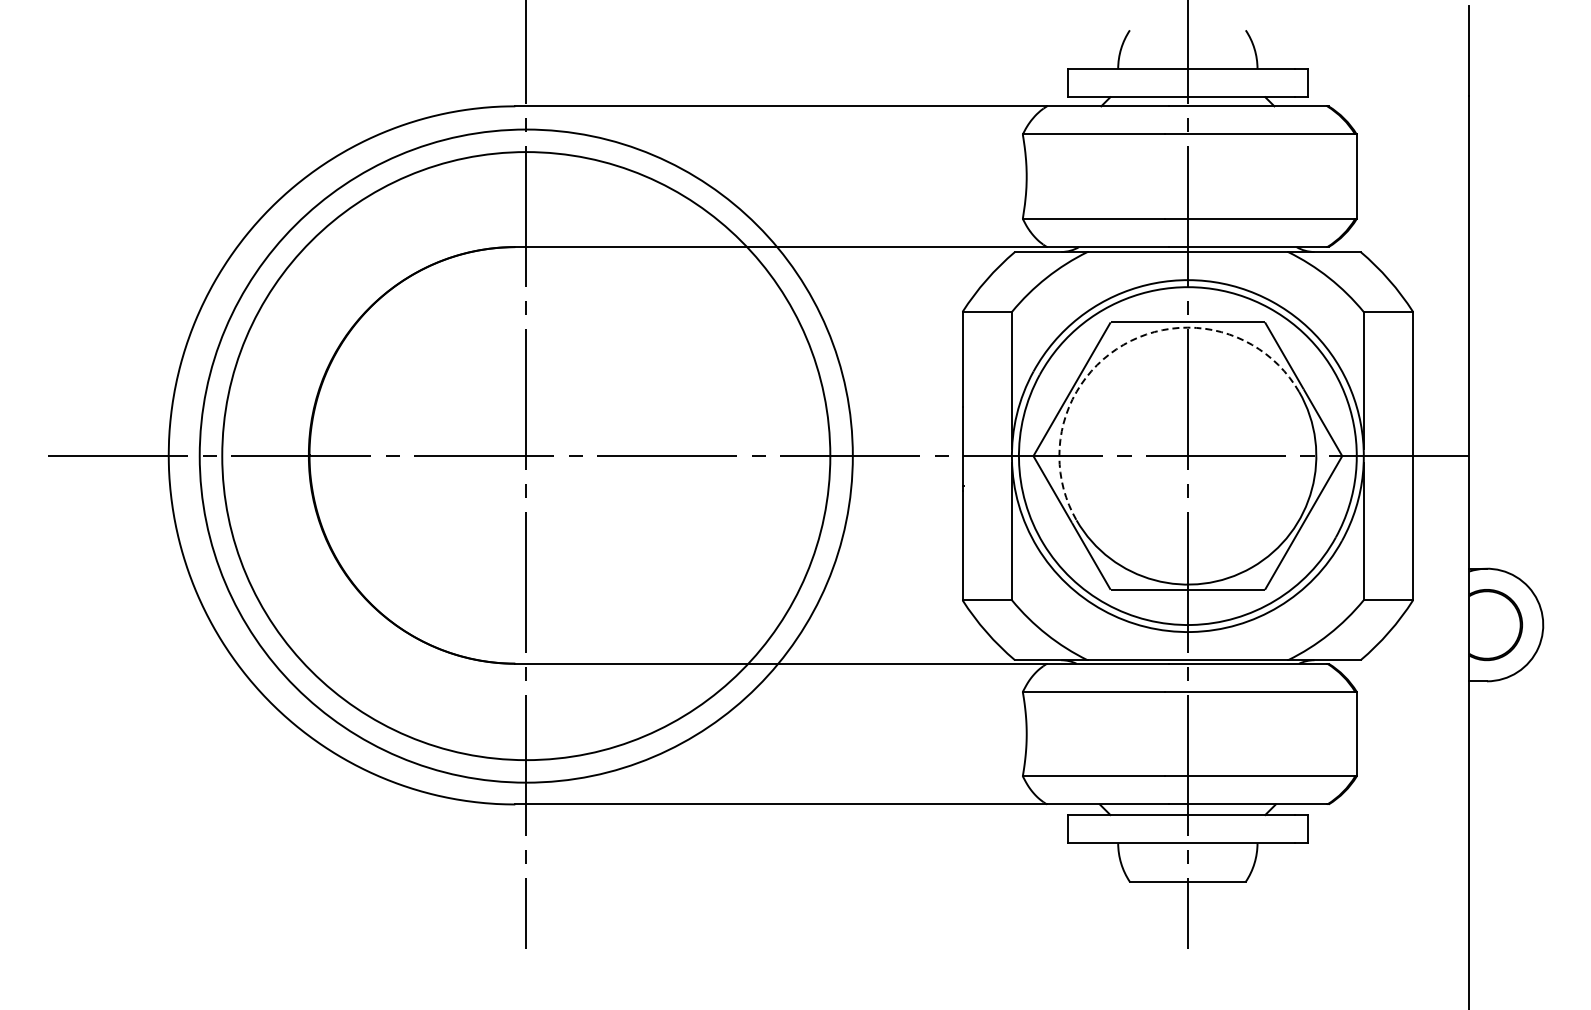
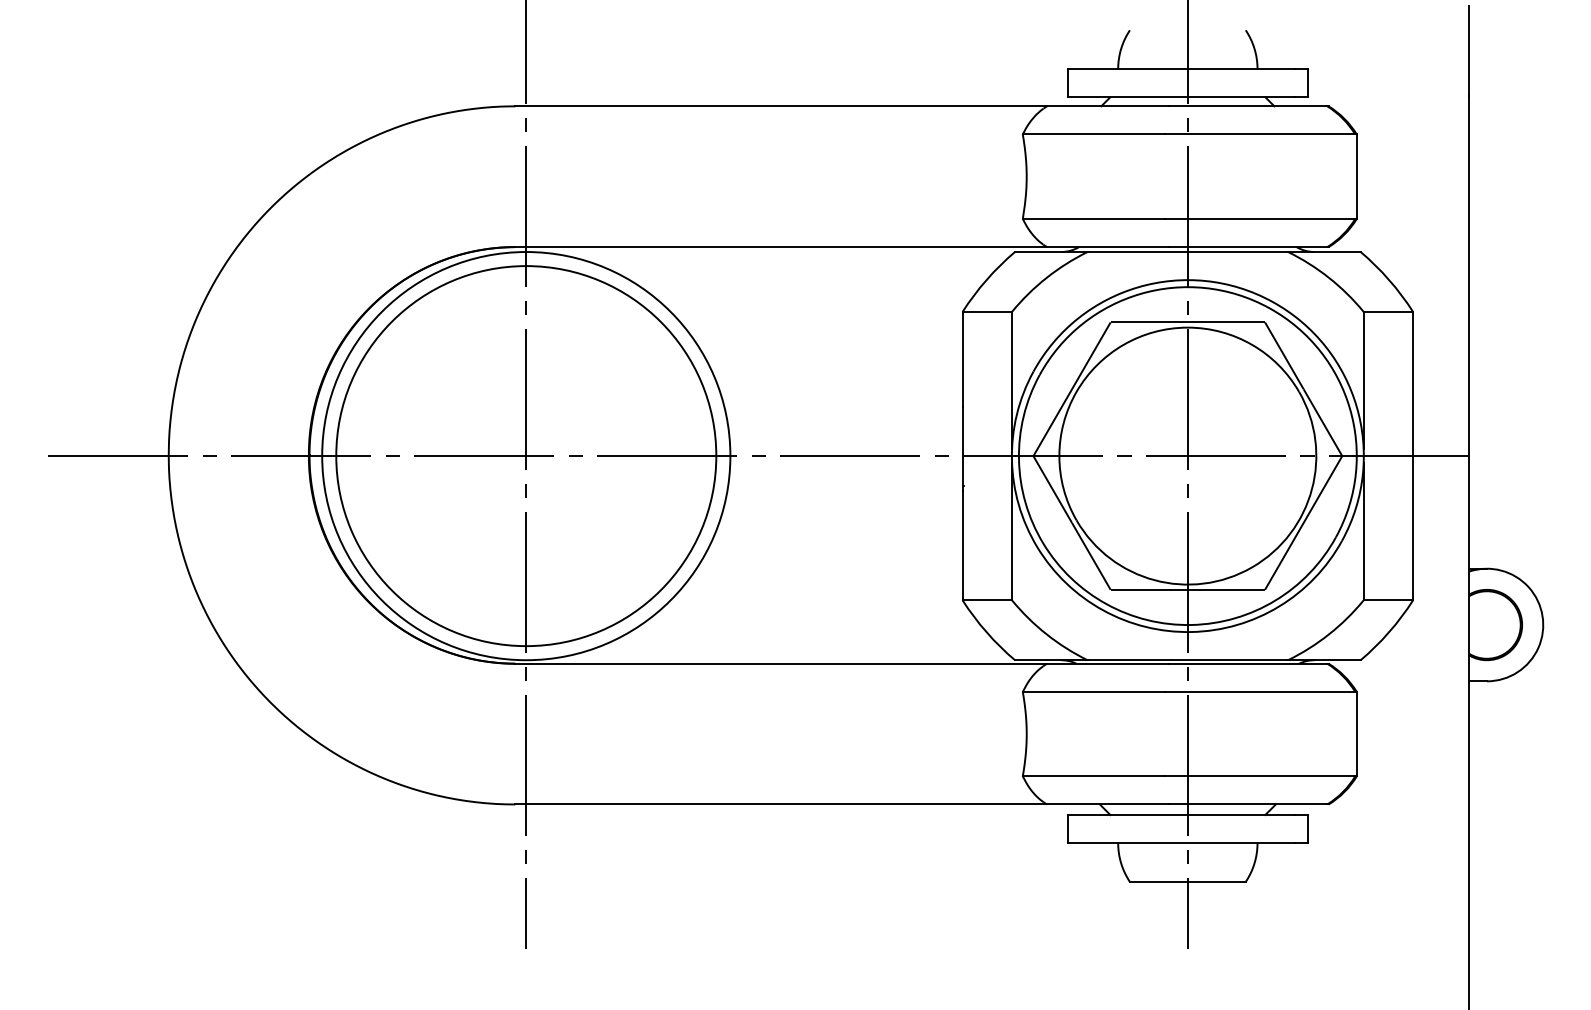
arc at (1123, 344): dashed -> solid
circle at (525, 455) diameter: 653 px -> 408 px
circle at (526, 456) diameter: 608 px -> 380 px
